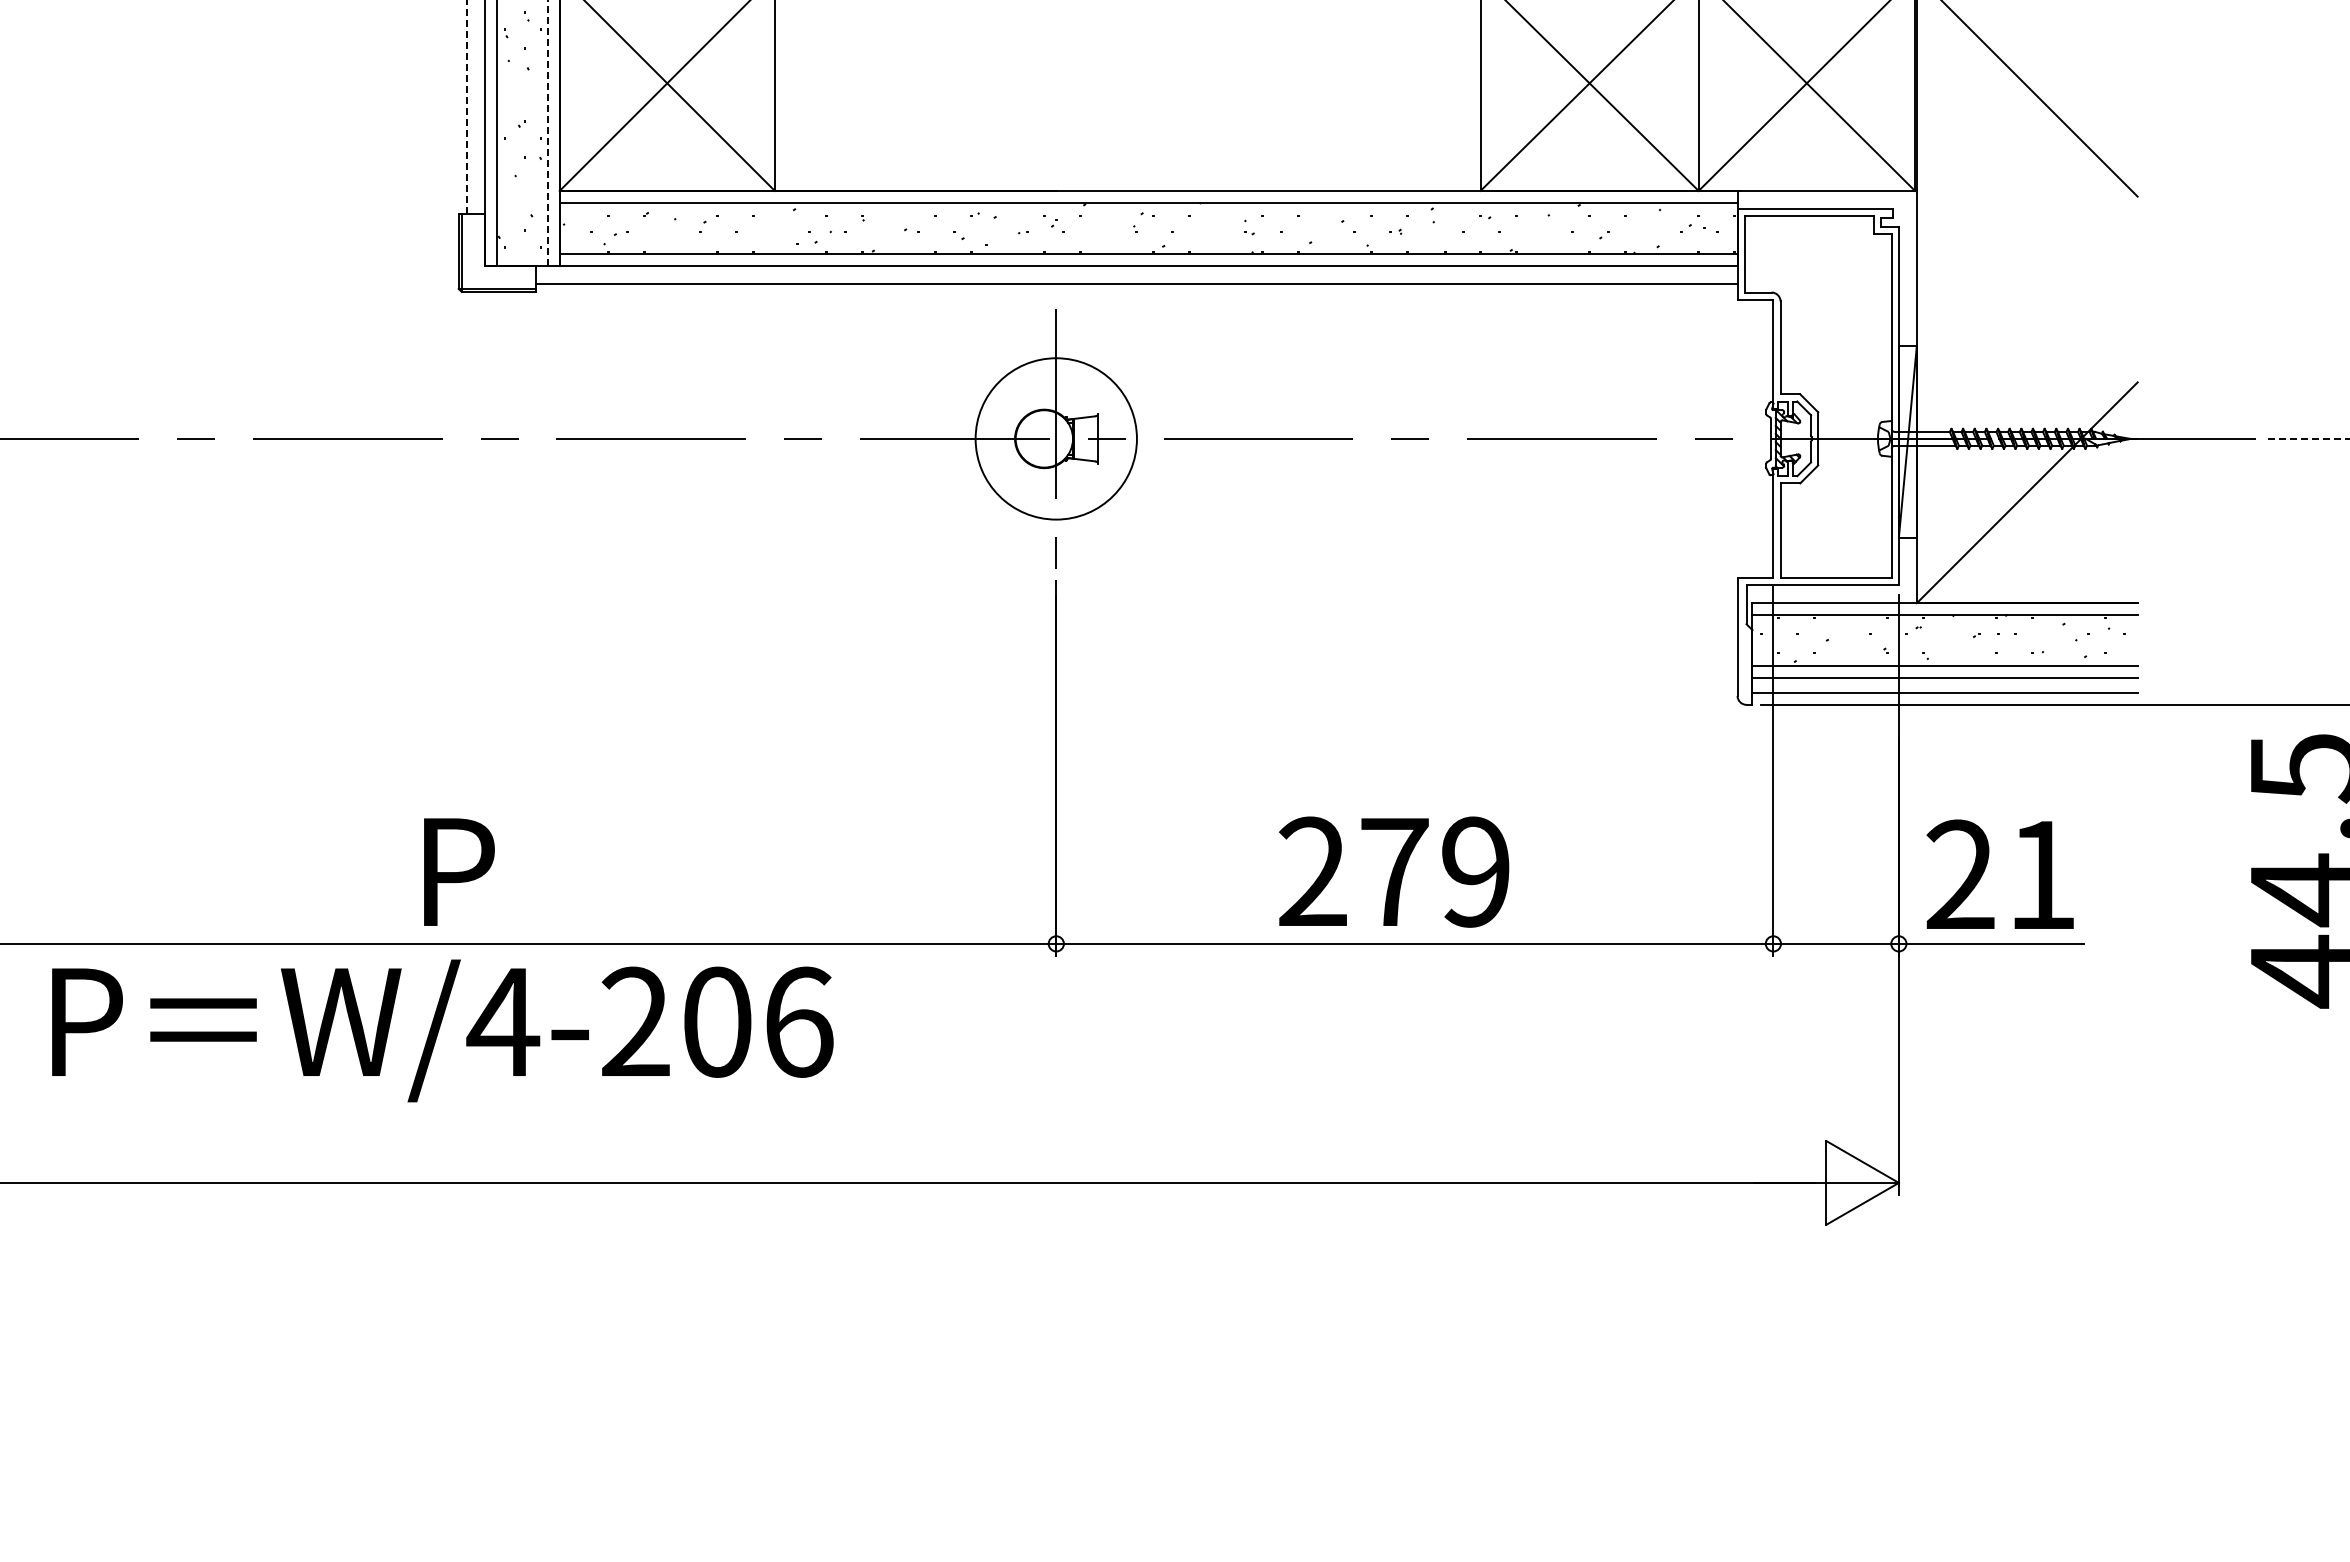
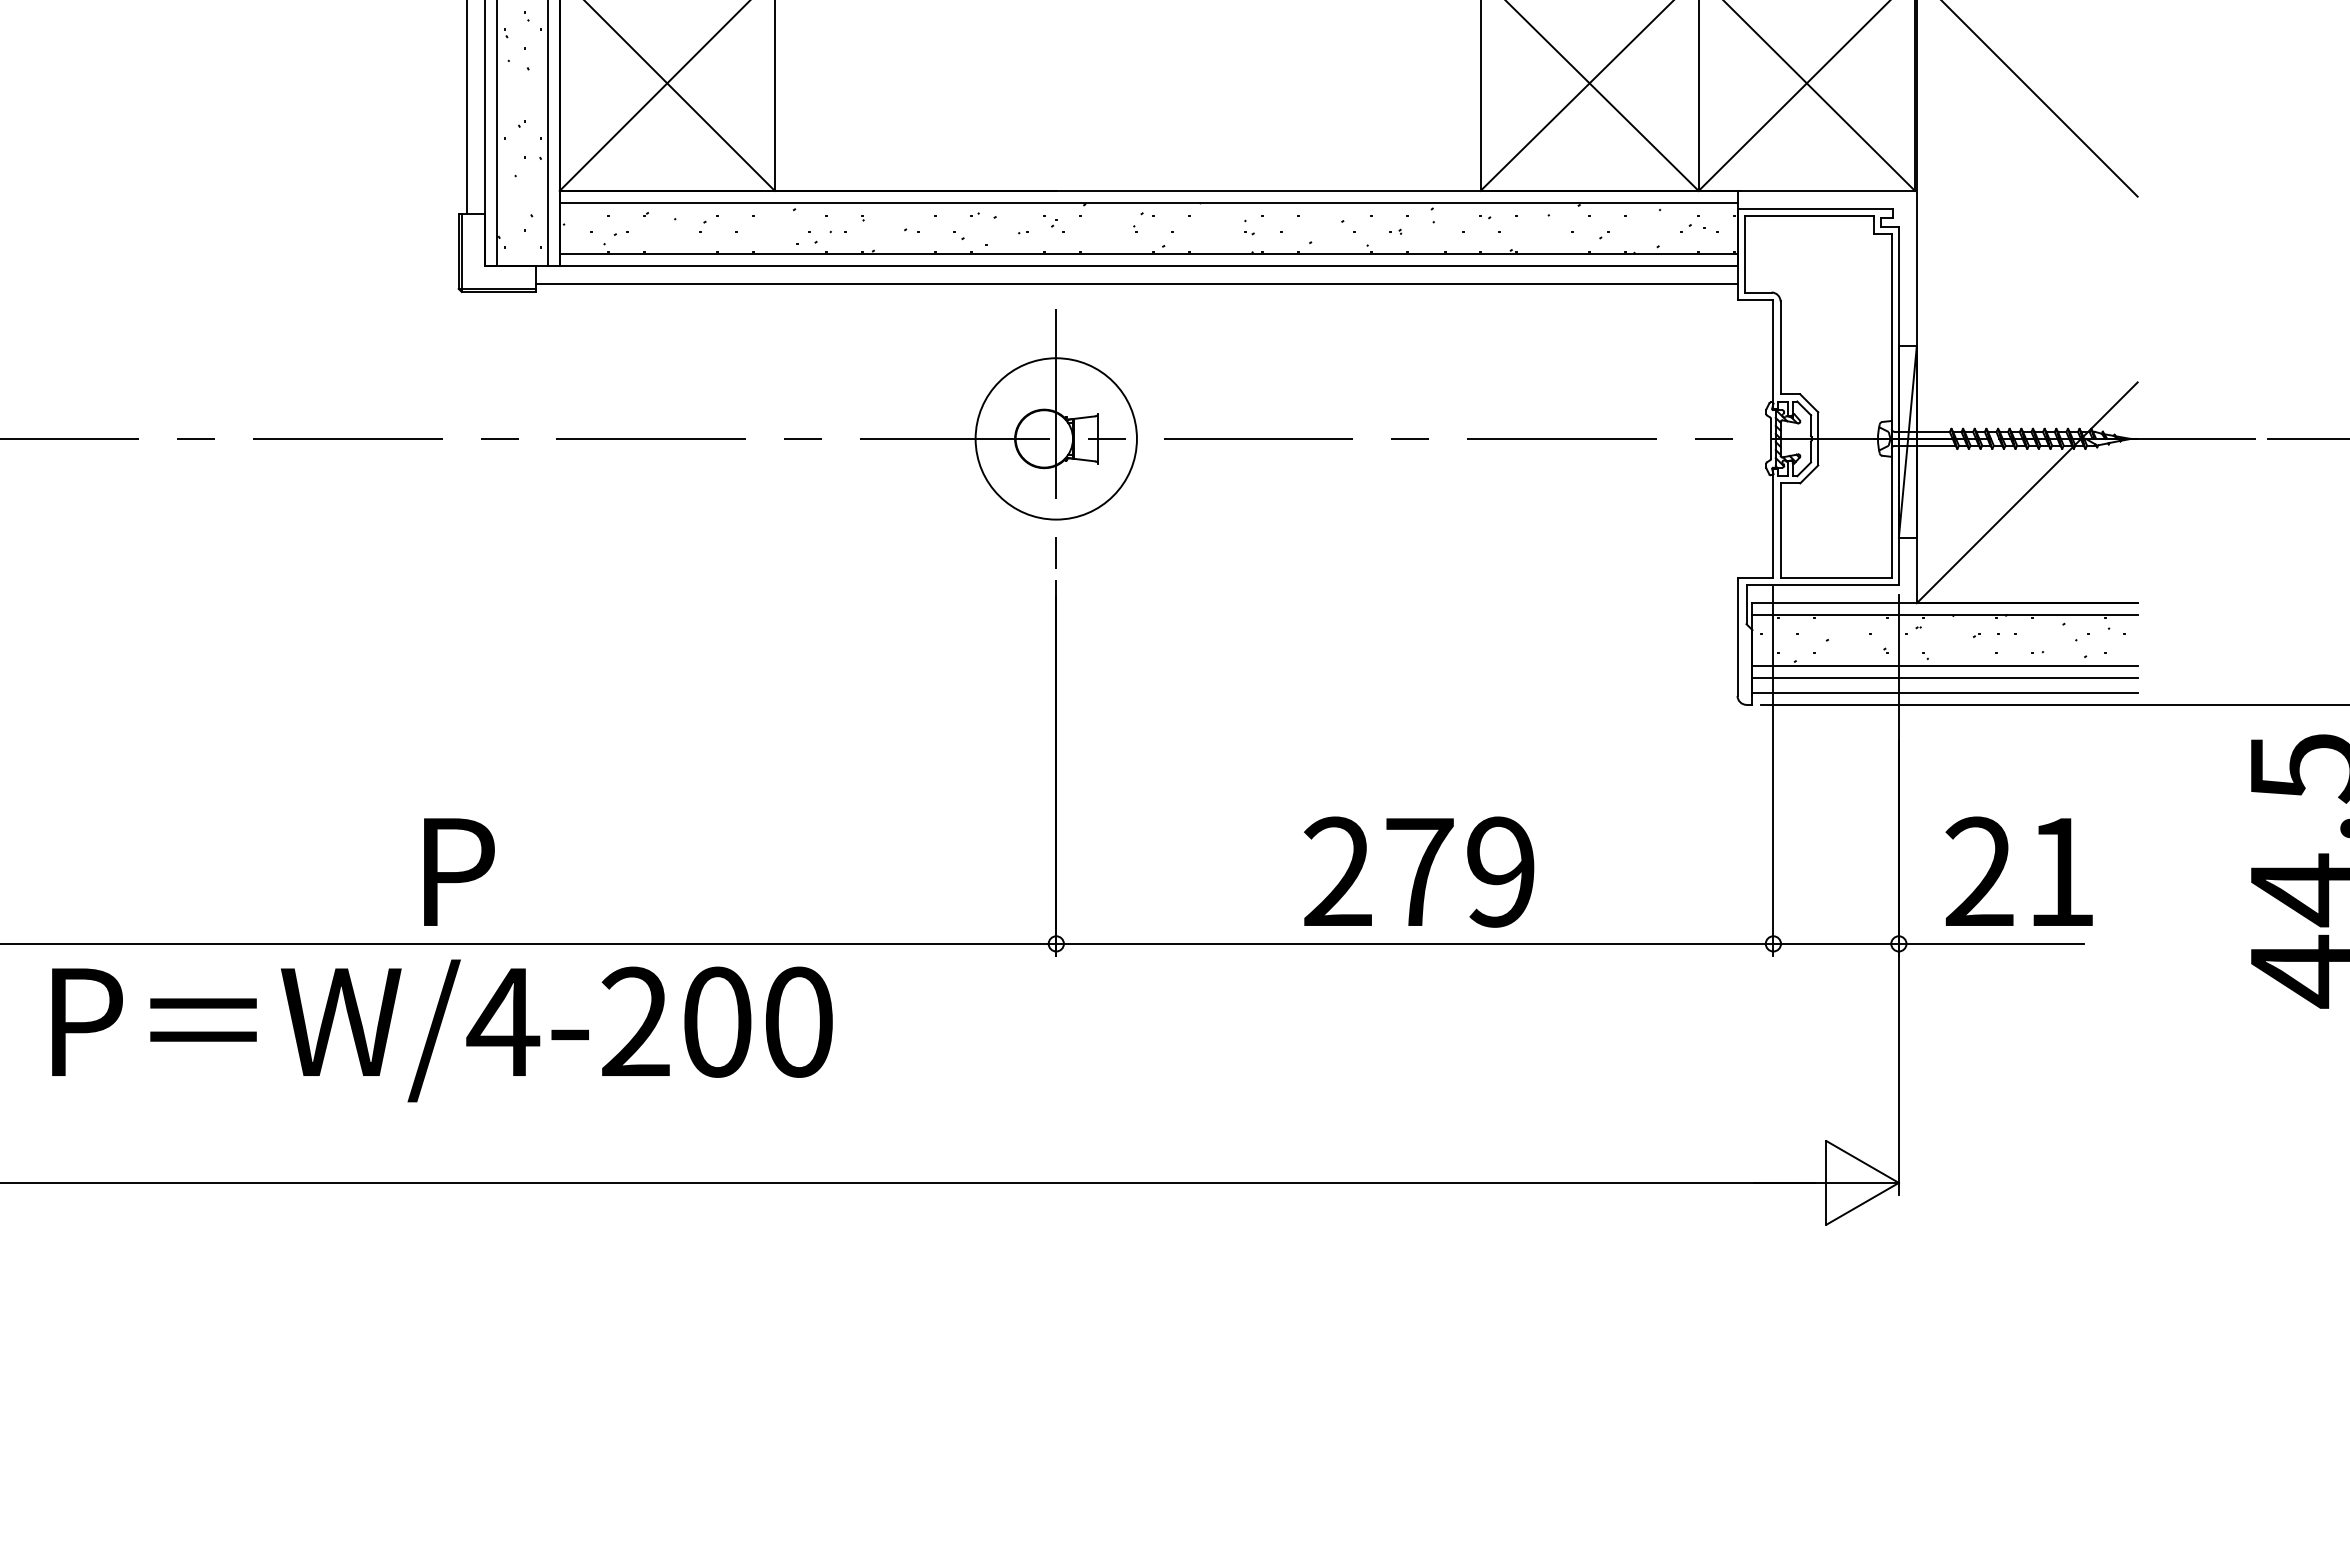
line at (467, 107): dashed -> solid
line at (547, 132): dashed -> solid
line at (2309, 438): dashed -> solid
text at (1394, 871) position: (1394, 871) -> (1419, 871)
text at (1999, 873) position: (1999, 873) -> (2018, 870)
text at (799, 1021): W/4-206 -> W/4-200
